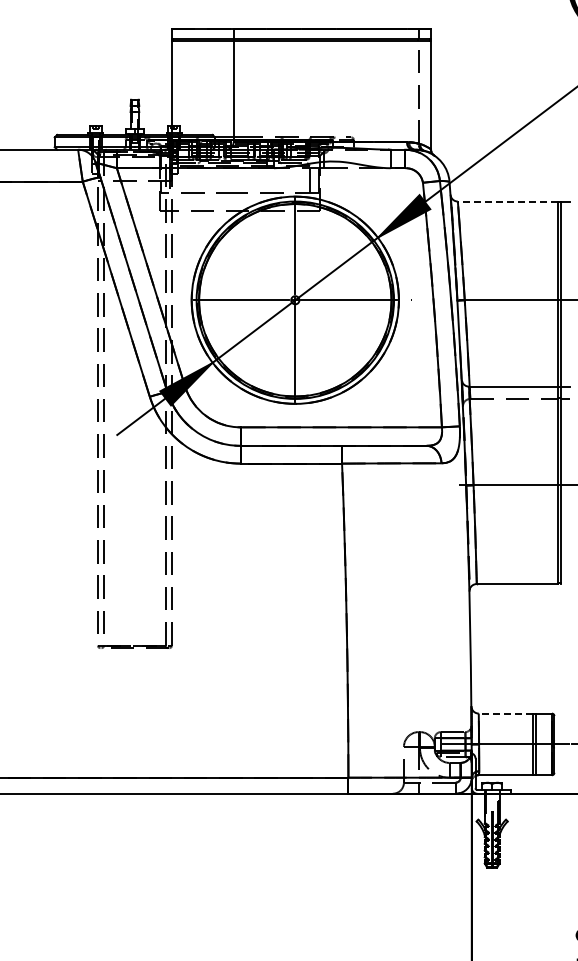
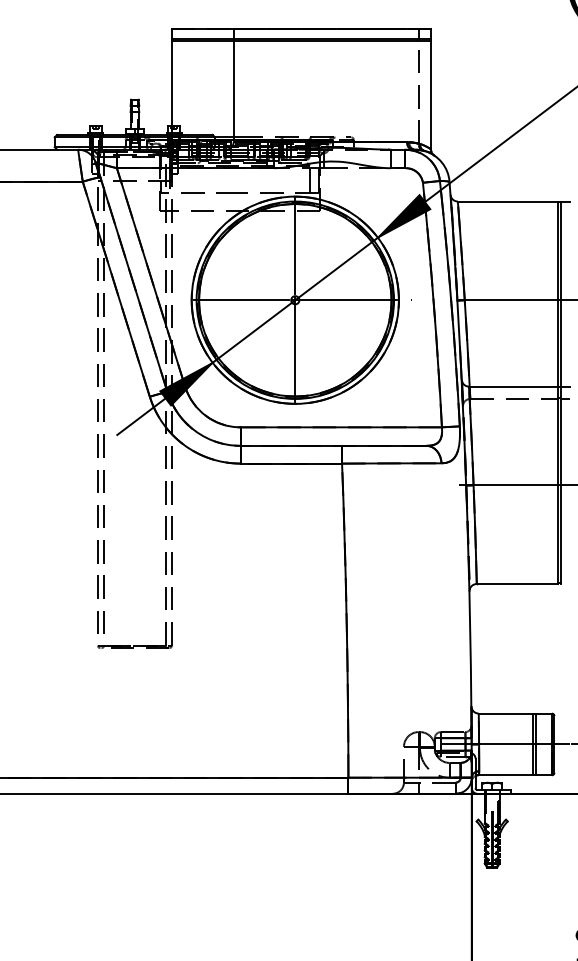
line at (507, 201): dashed -> solid
line at (505, 713): dashed -> solid
